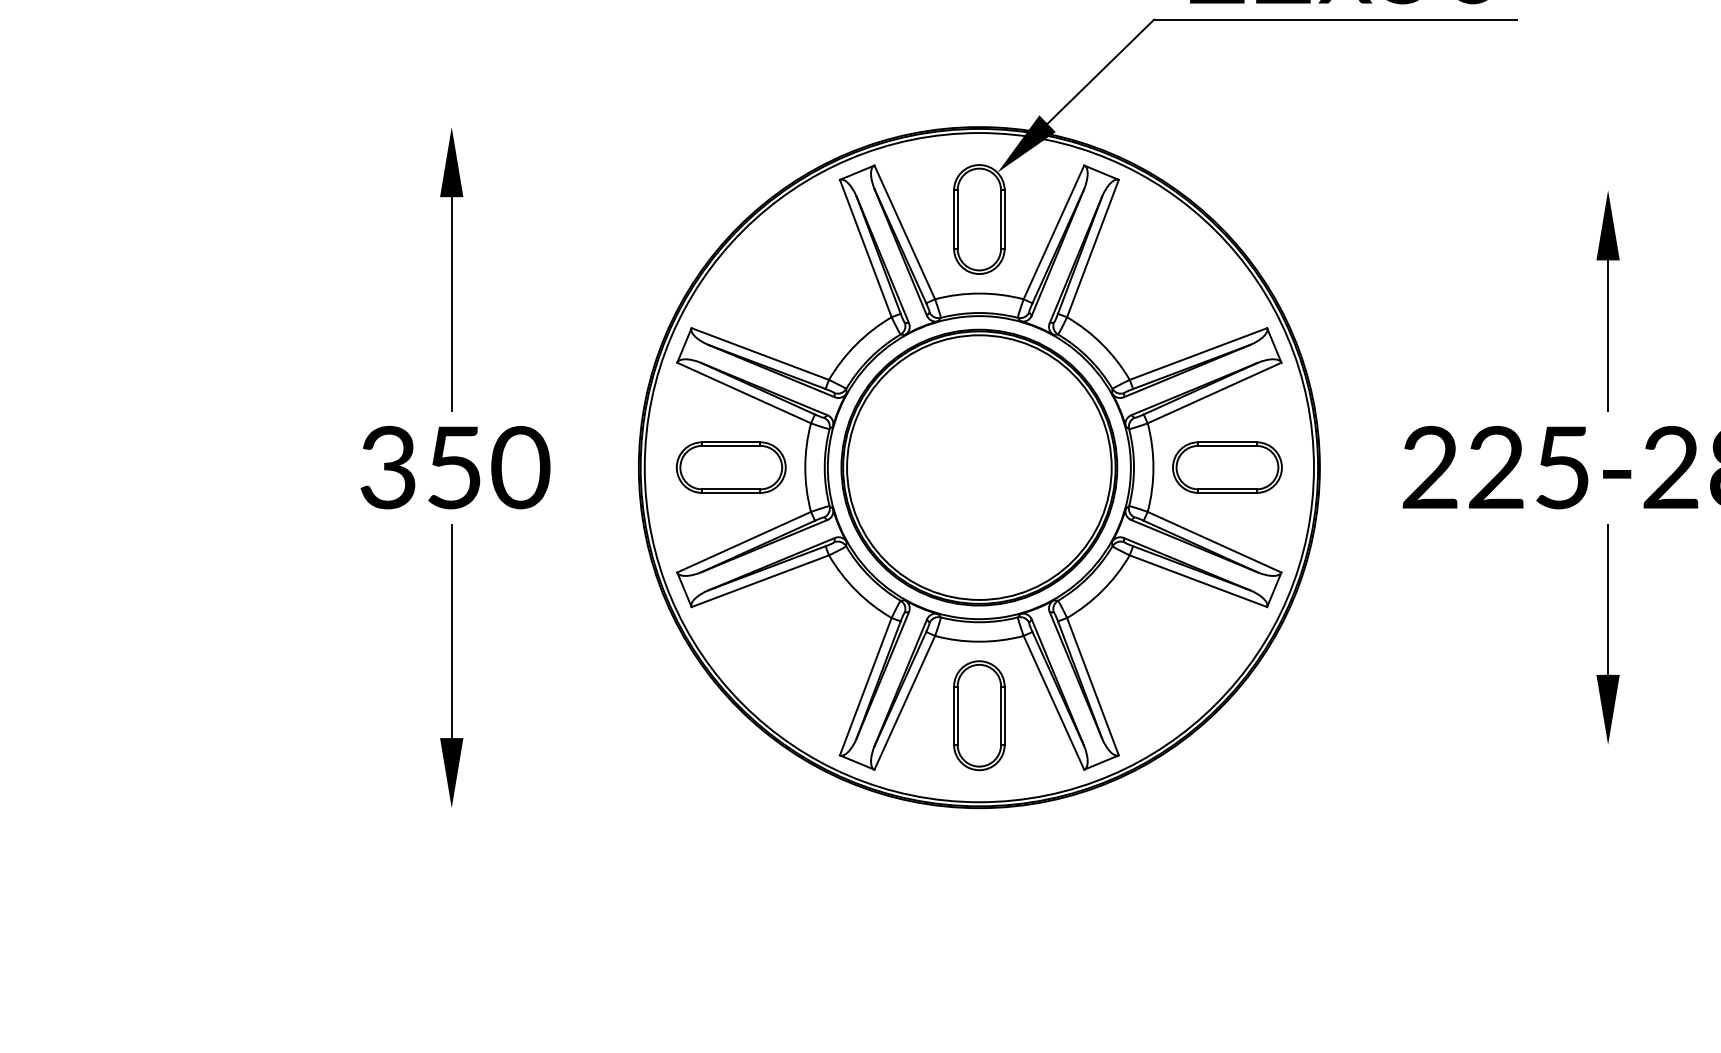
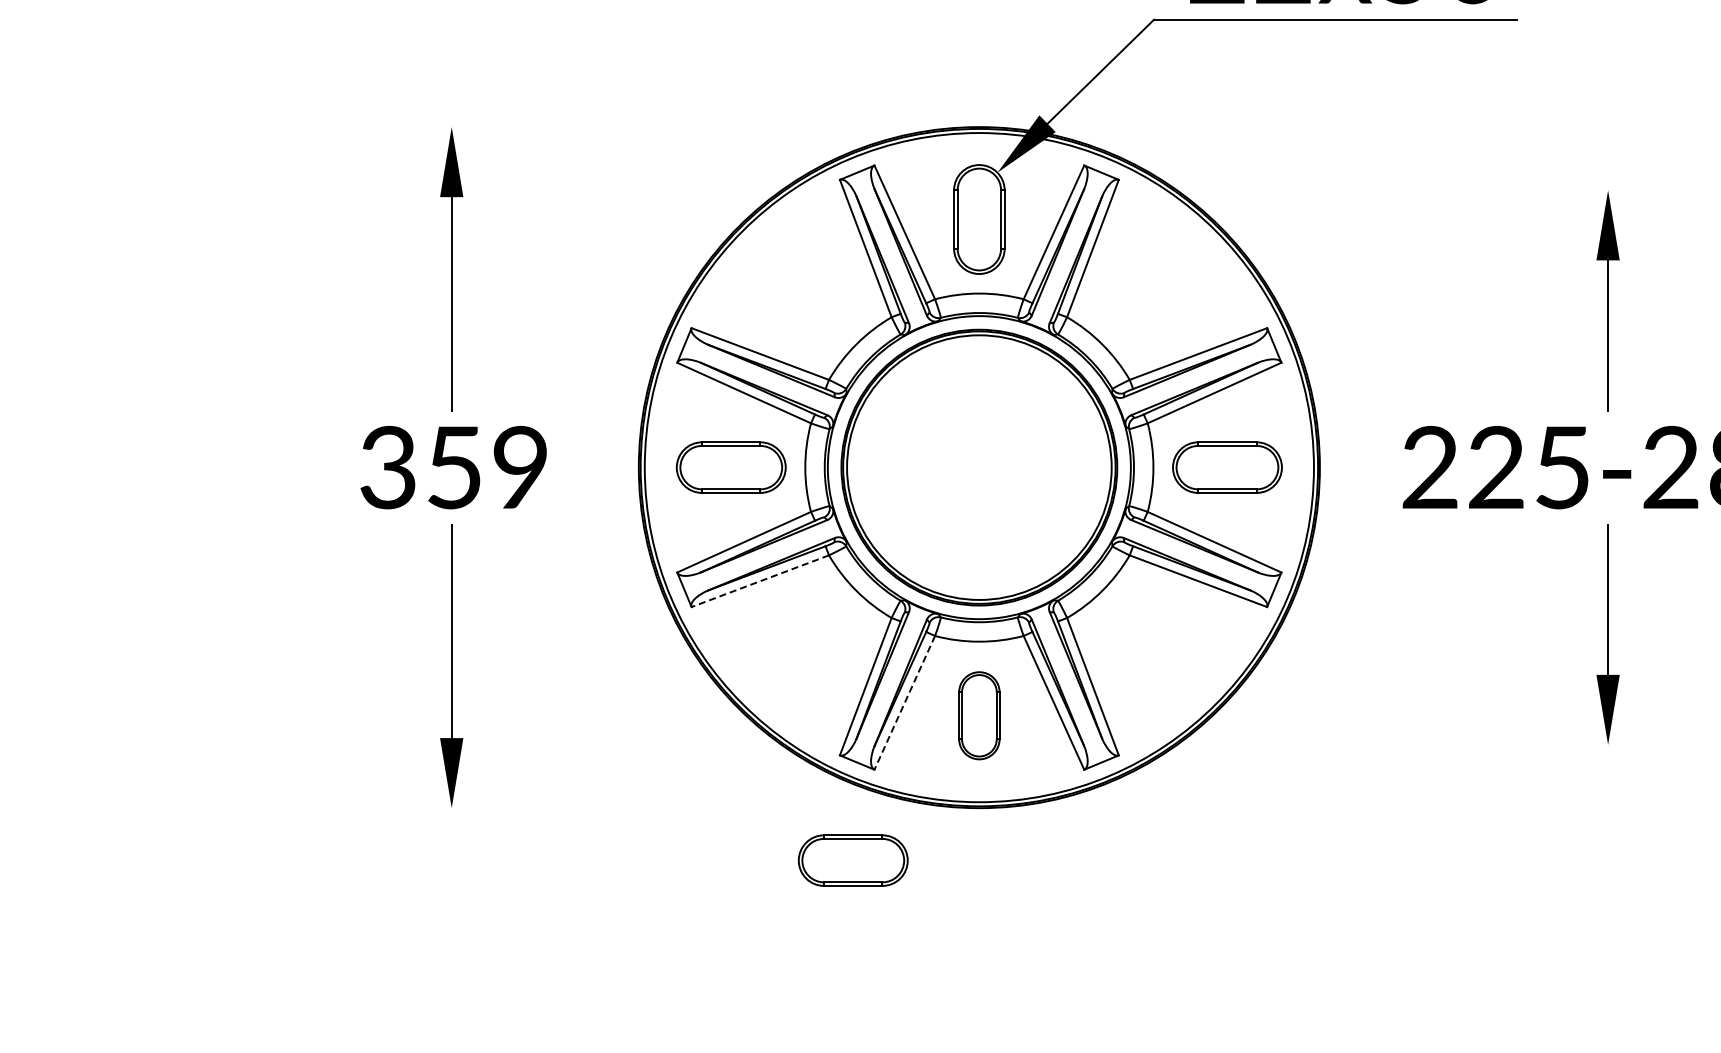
text at (520, 467): 350 -> 359
line at (759, 581): solid -> dashed
line at (904, 703): solid -> dashed
part at (979, 715) size: 53x112 px -> 43x90 px
part at (852, 860): none -> present
